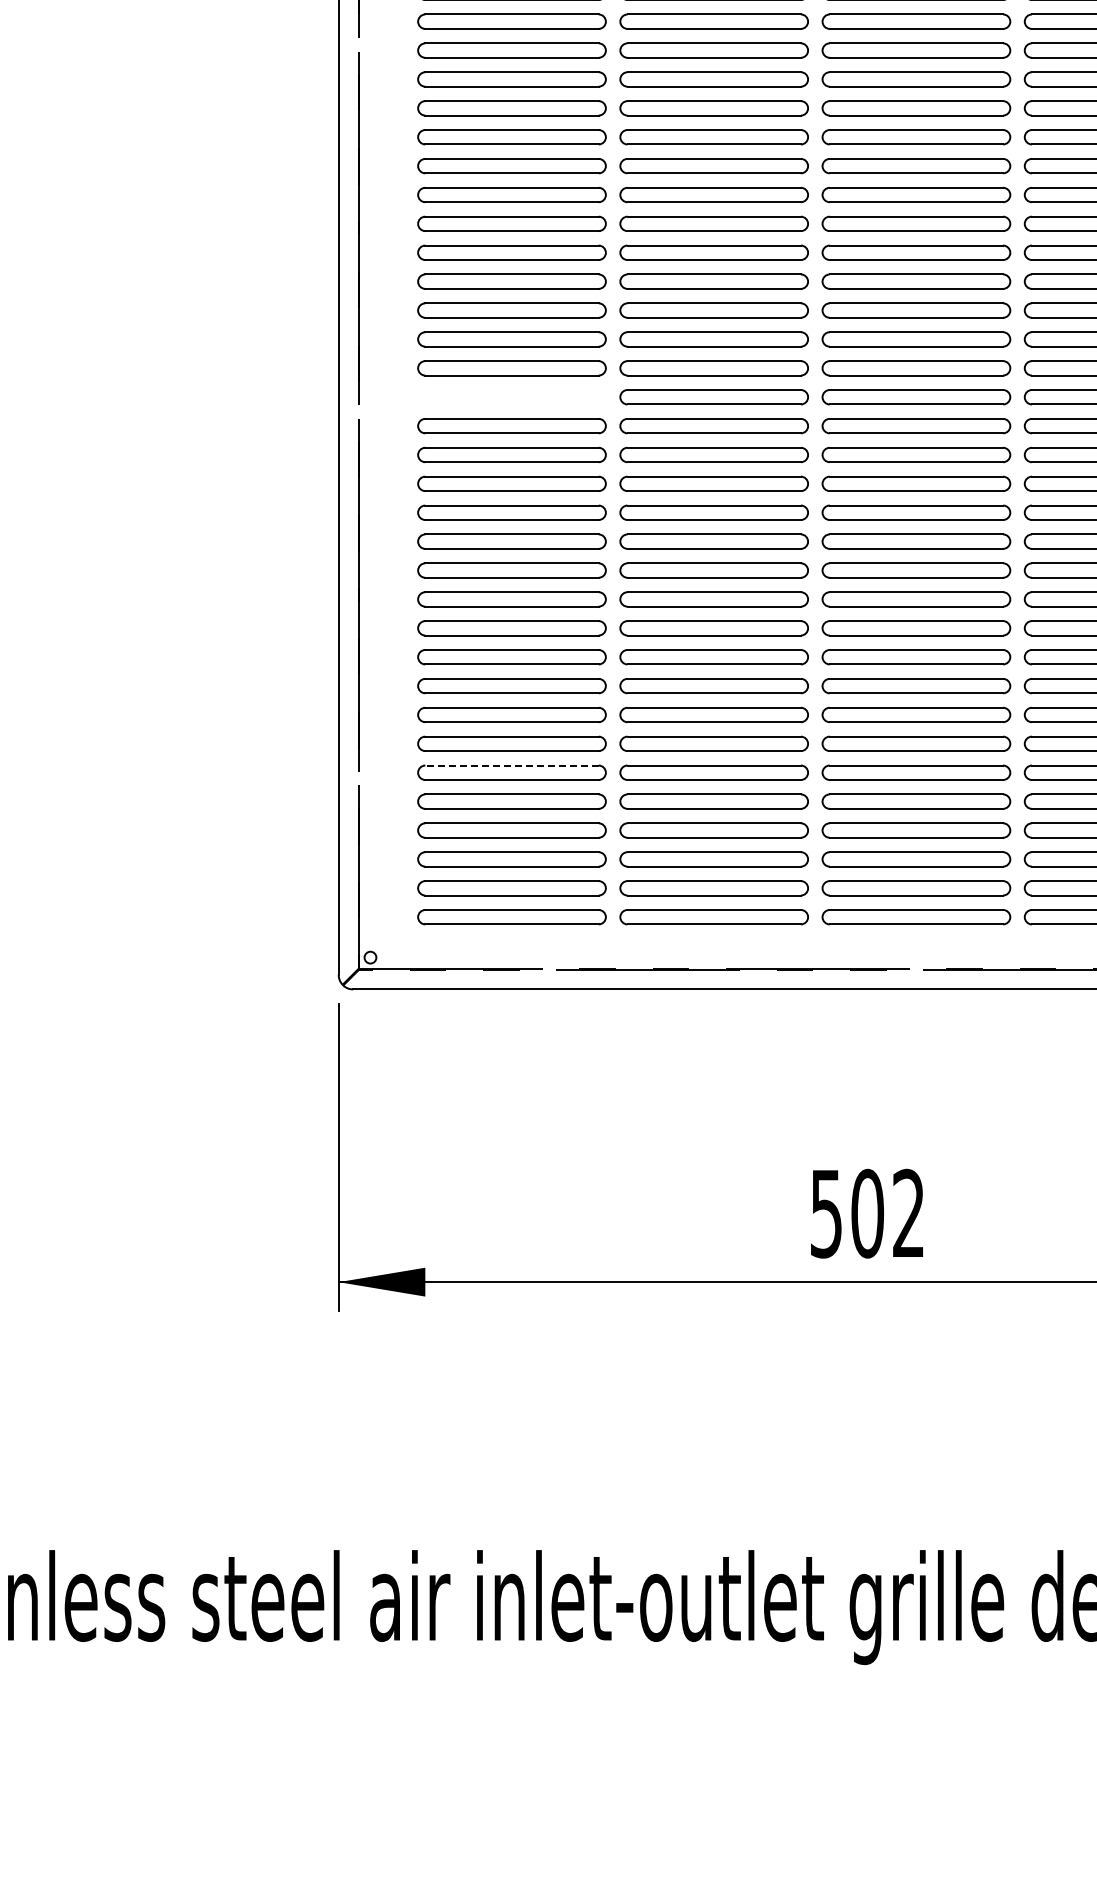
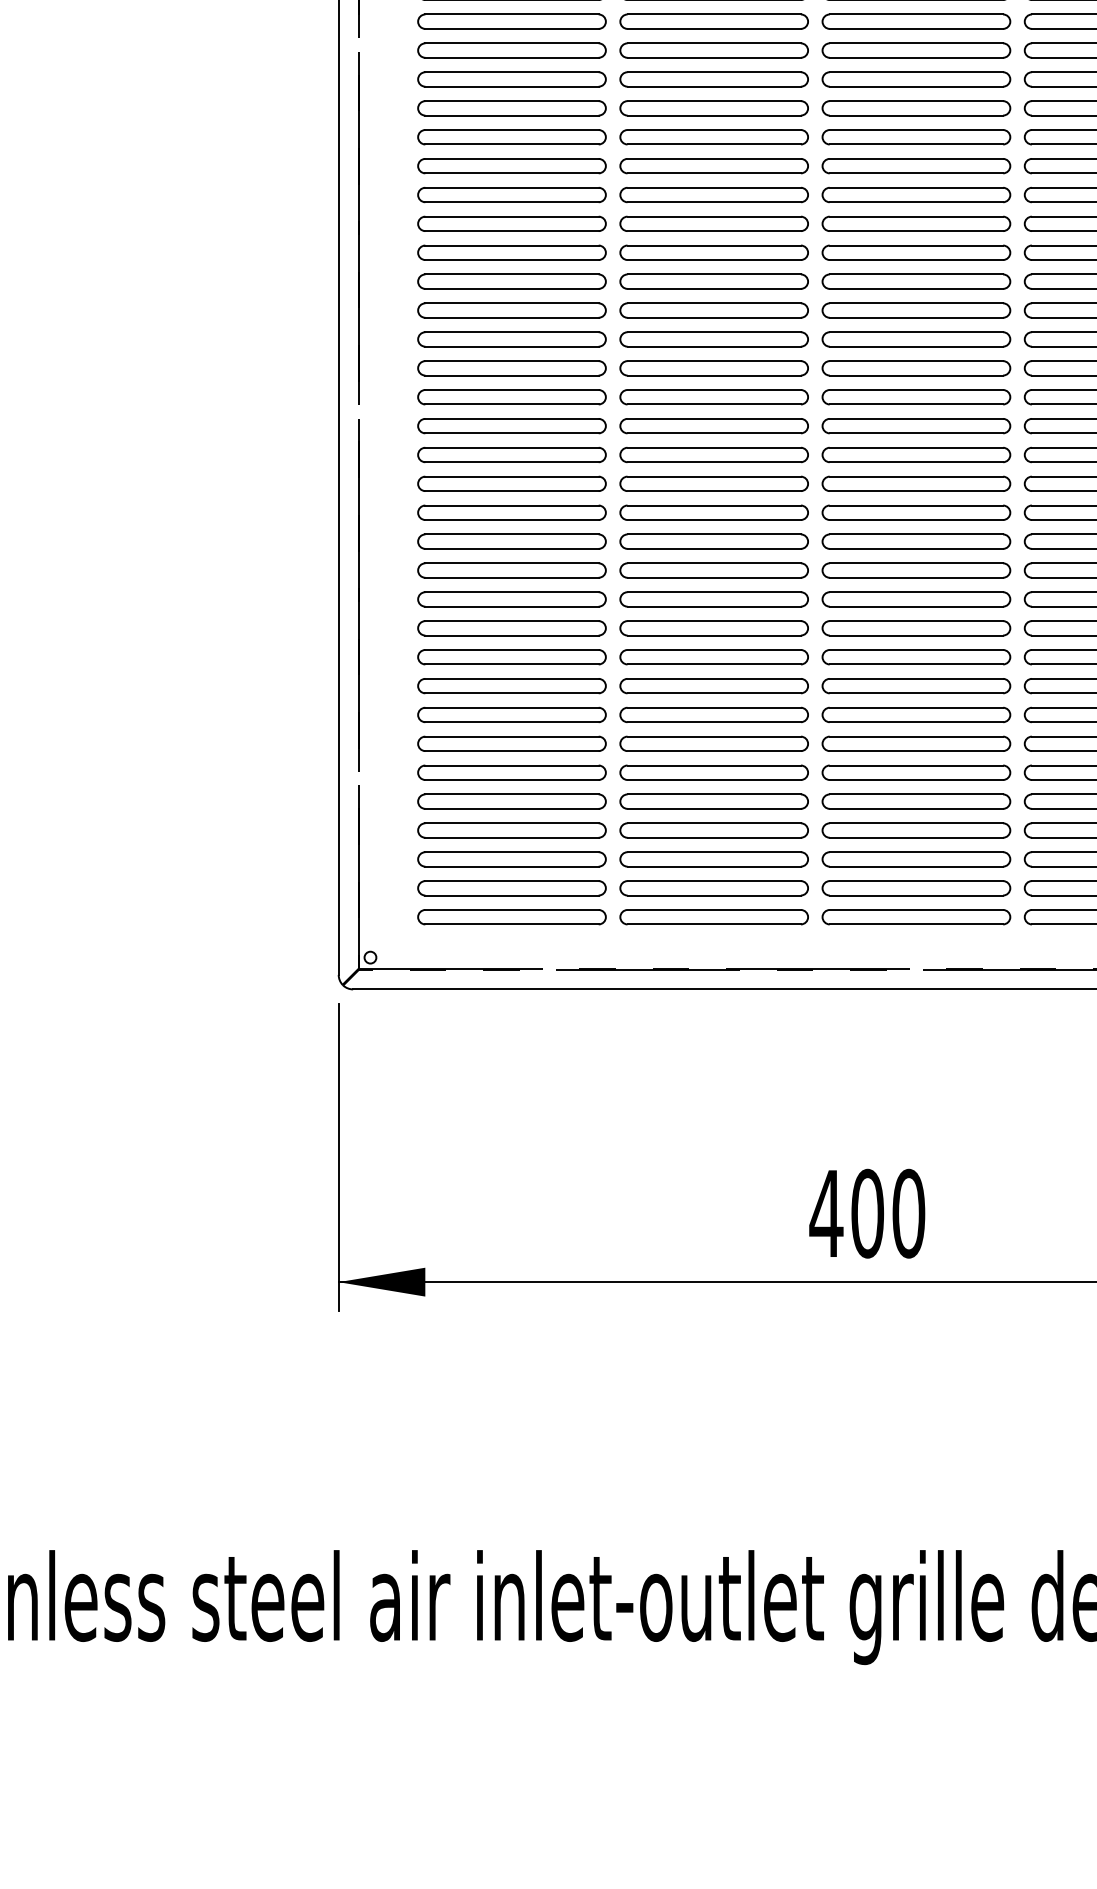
part at (511, 397): none -> present
line at (512, 765): dashed -> solid
text at (867, 1213): 502 -> 400
